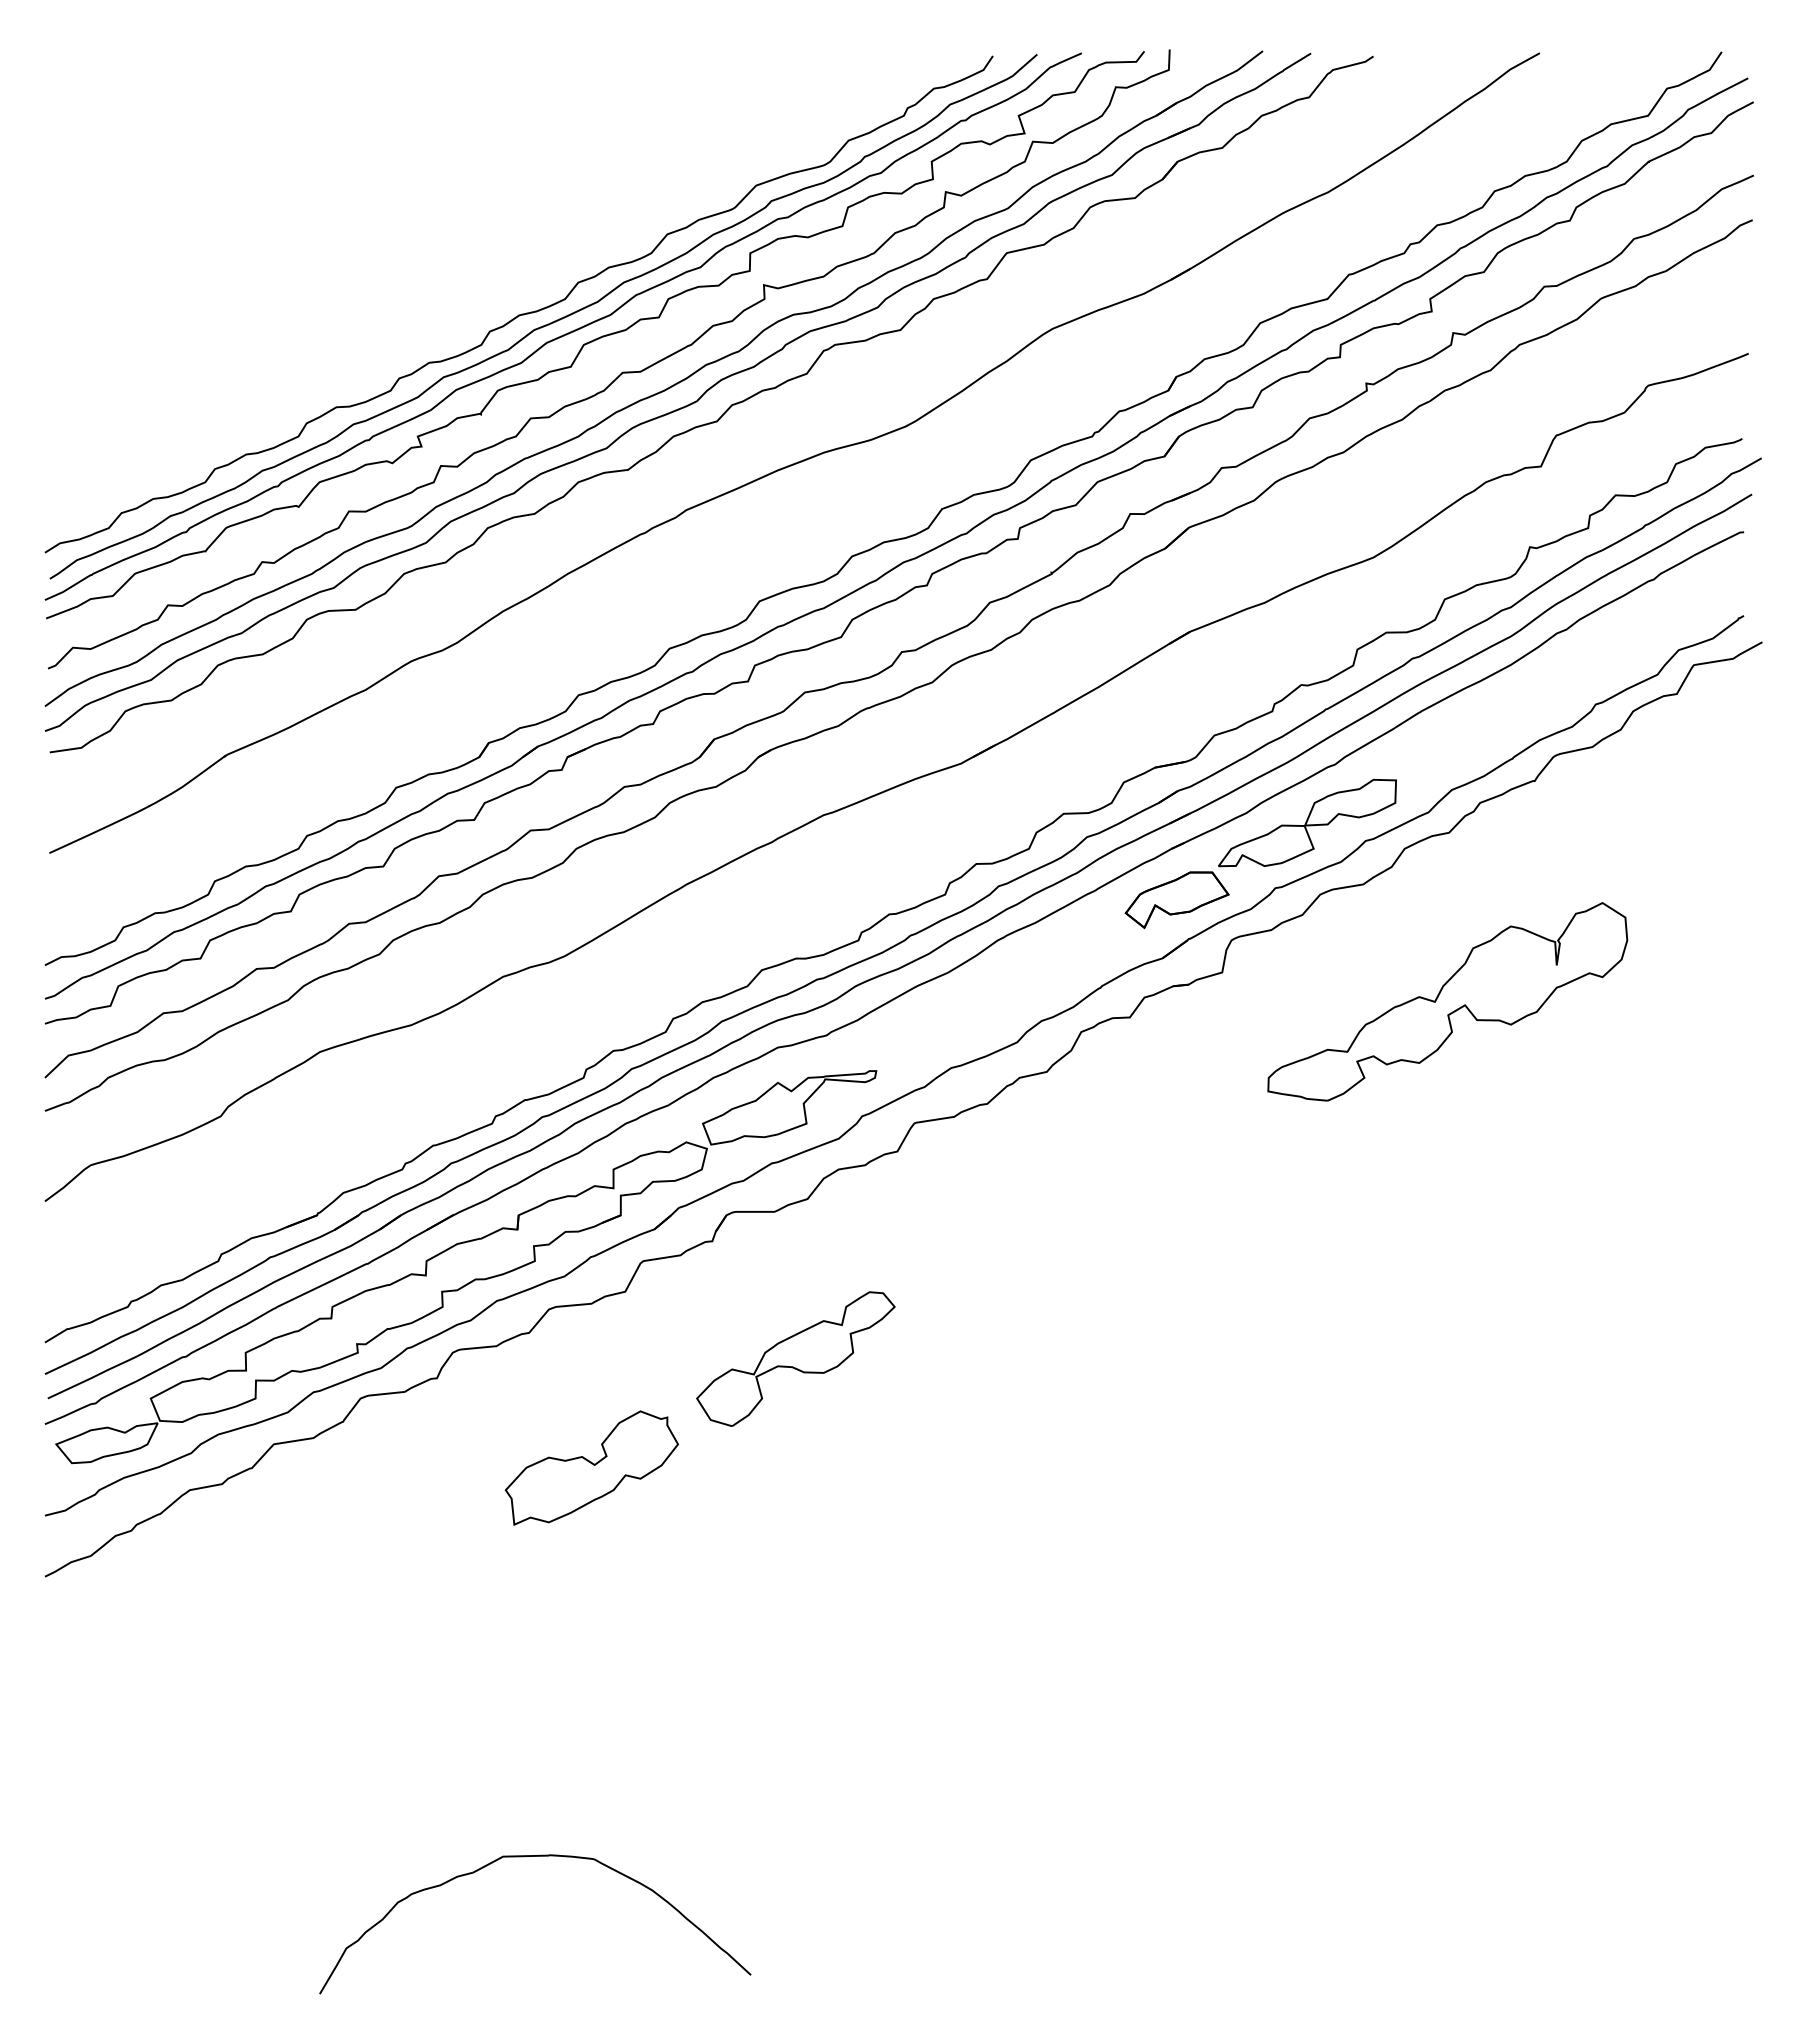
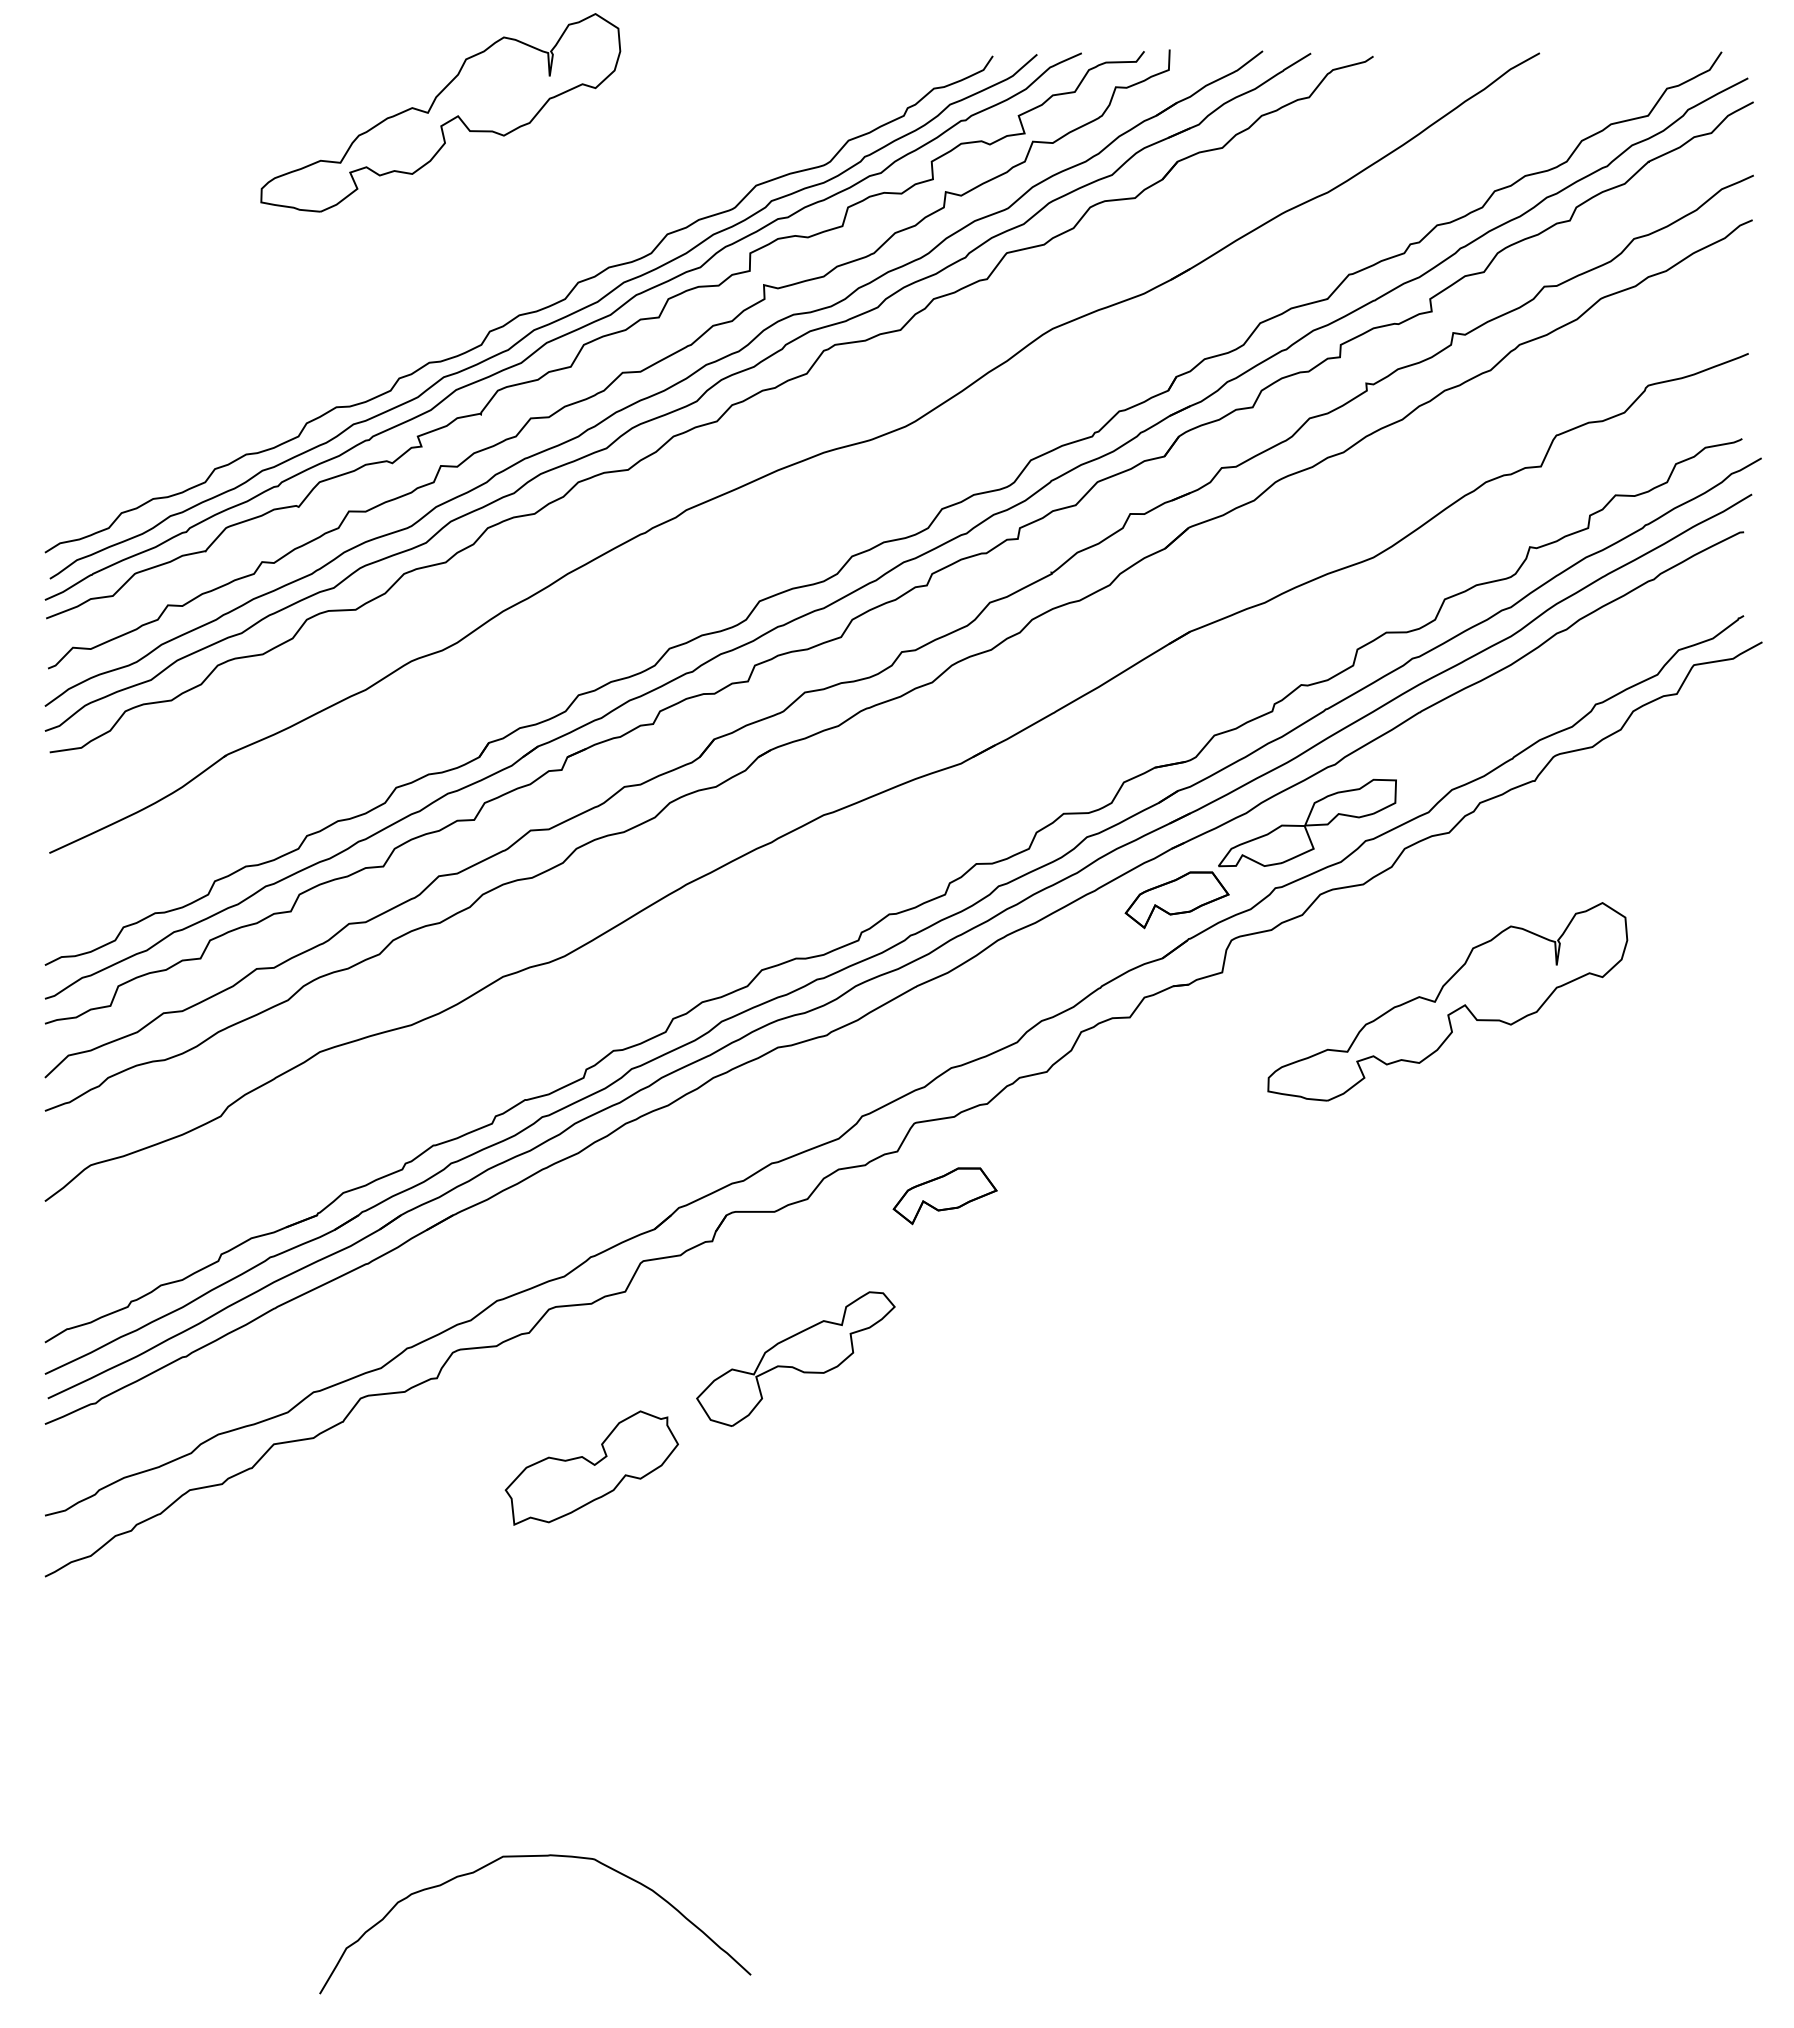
part at (440, 112): none -> present
part at (944, 1196): none -> present
part at (466, 1267): present -> none
